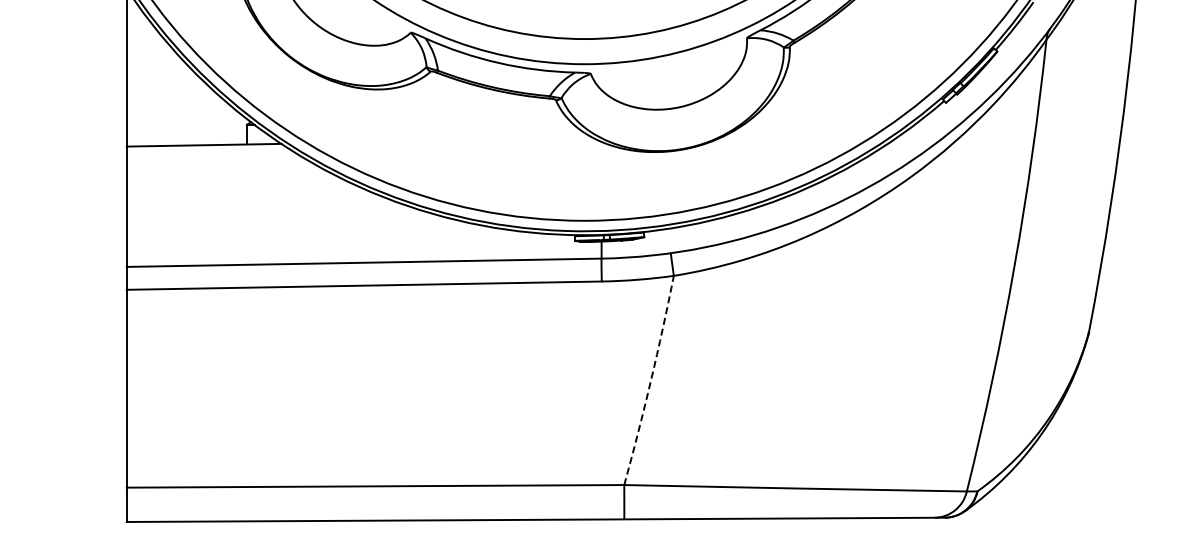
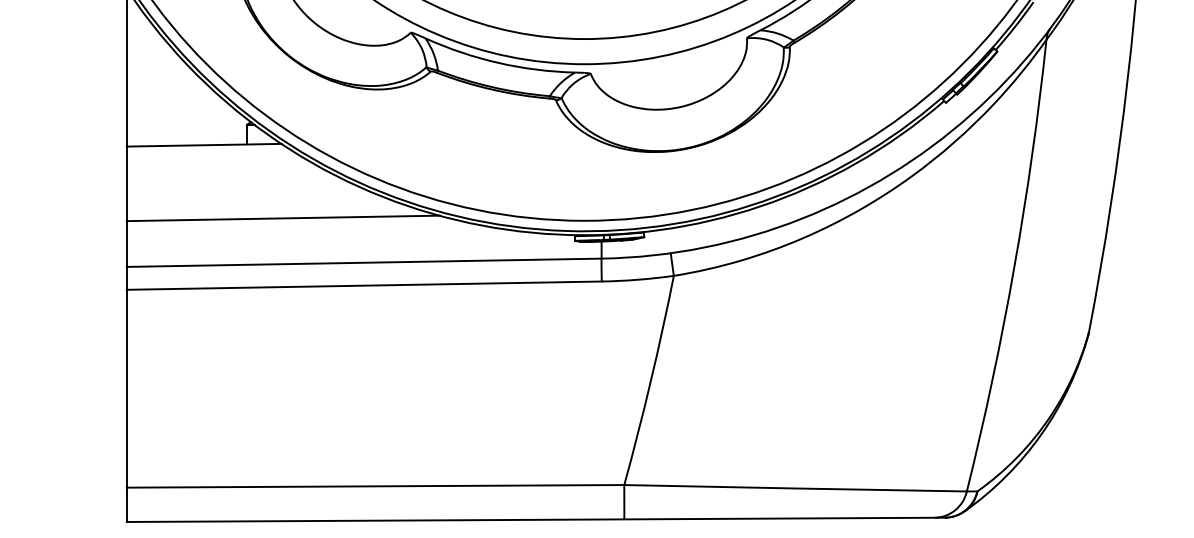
line at (282, 218): none -> present
arc at (650, 380): dashed -> solid
